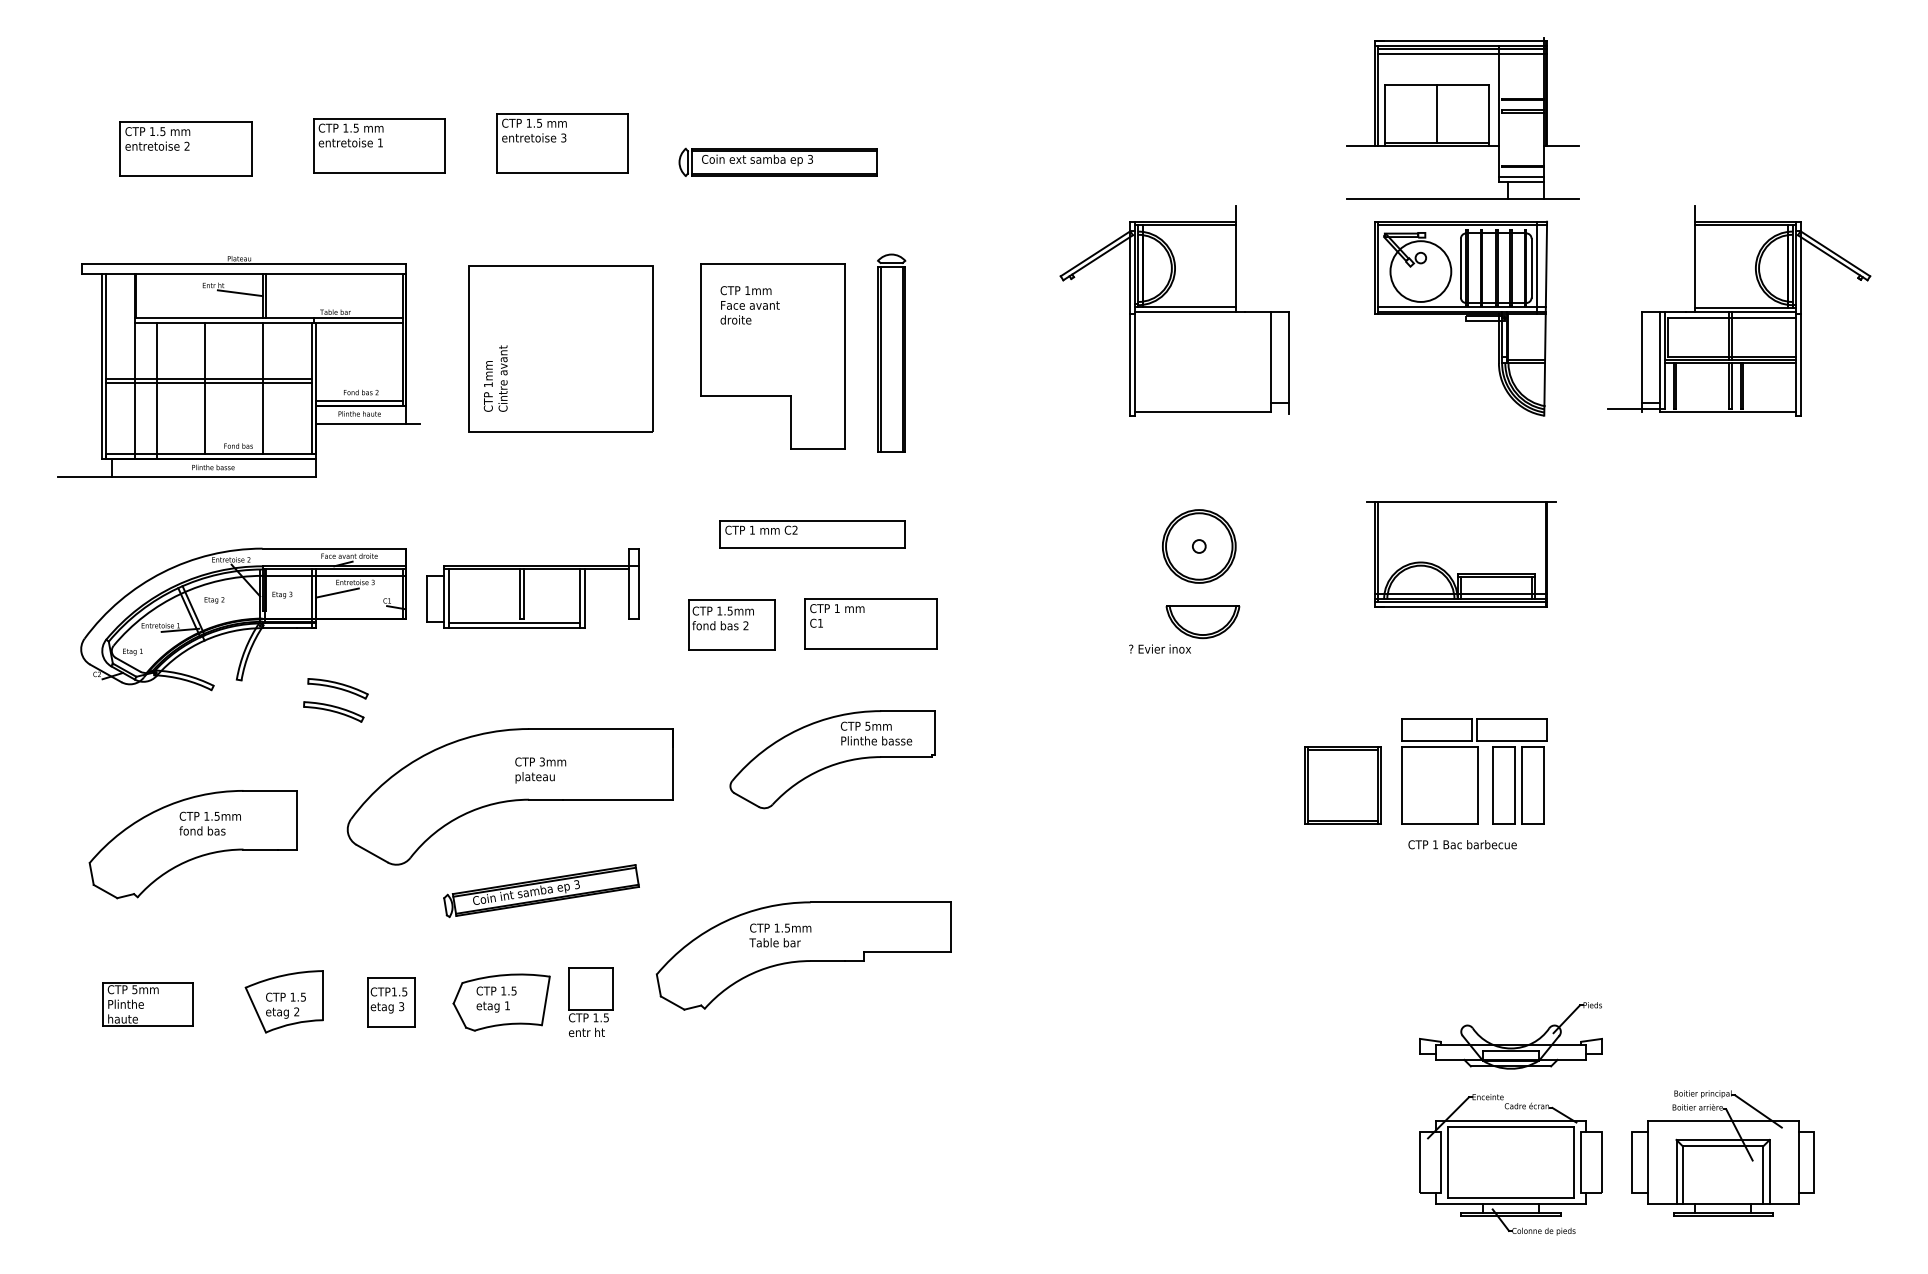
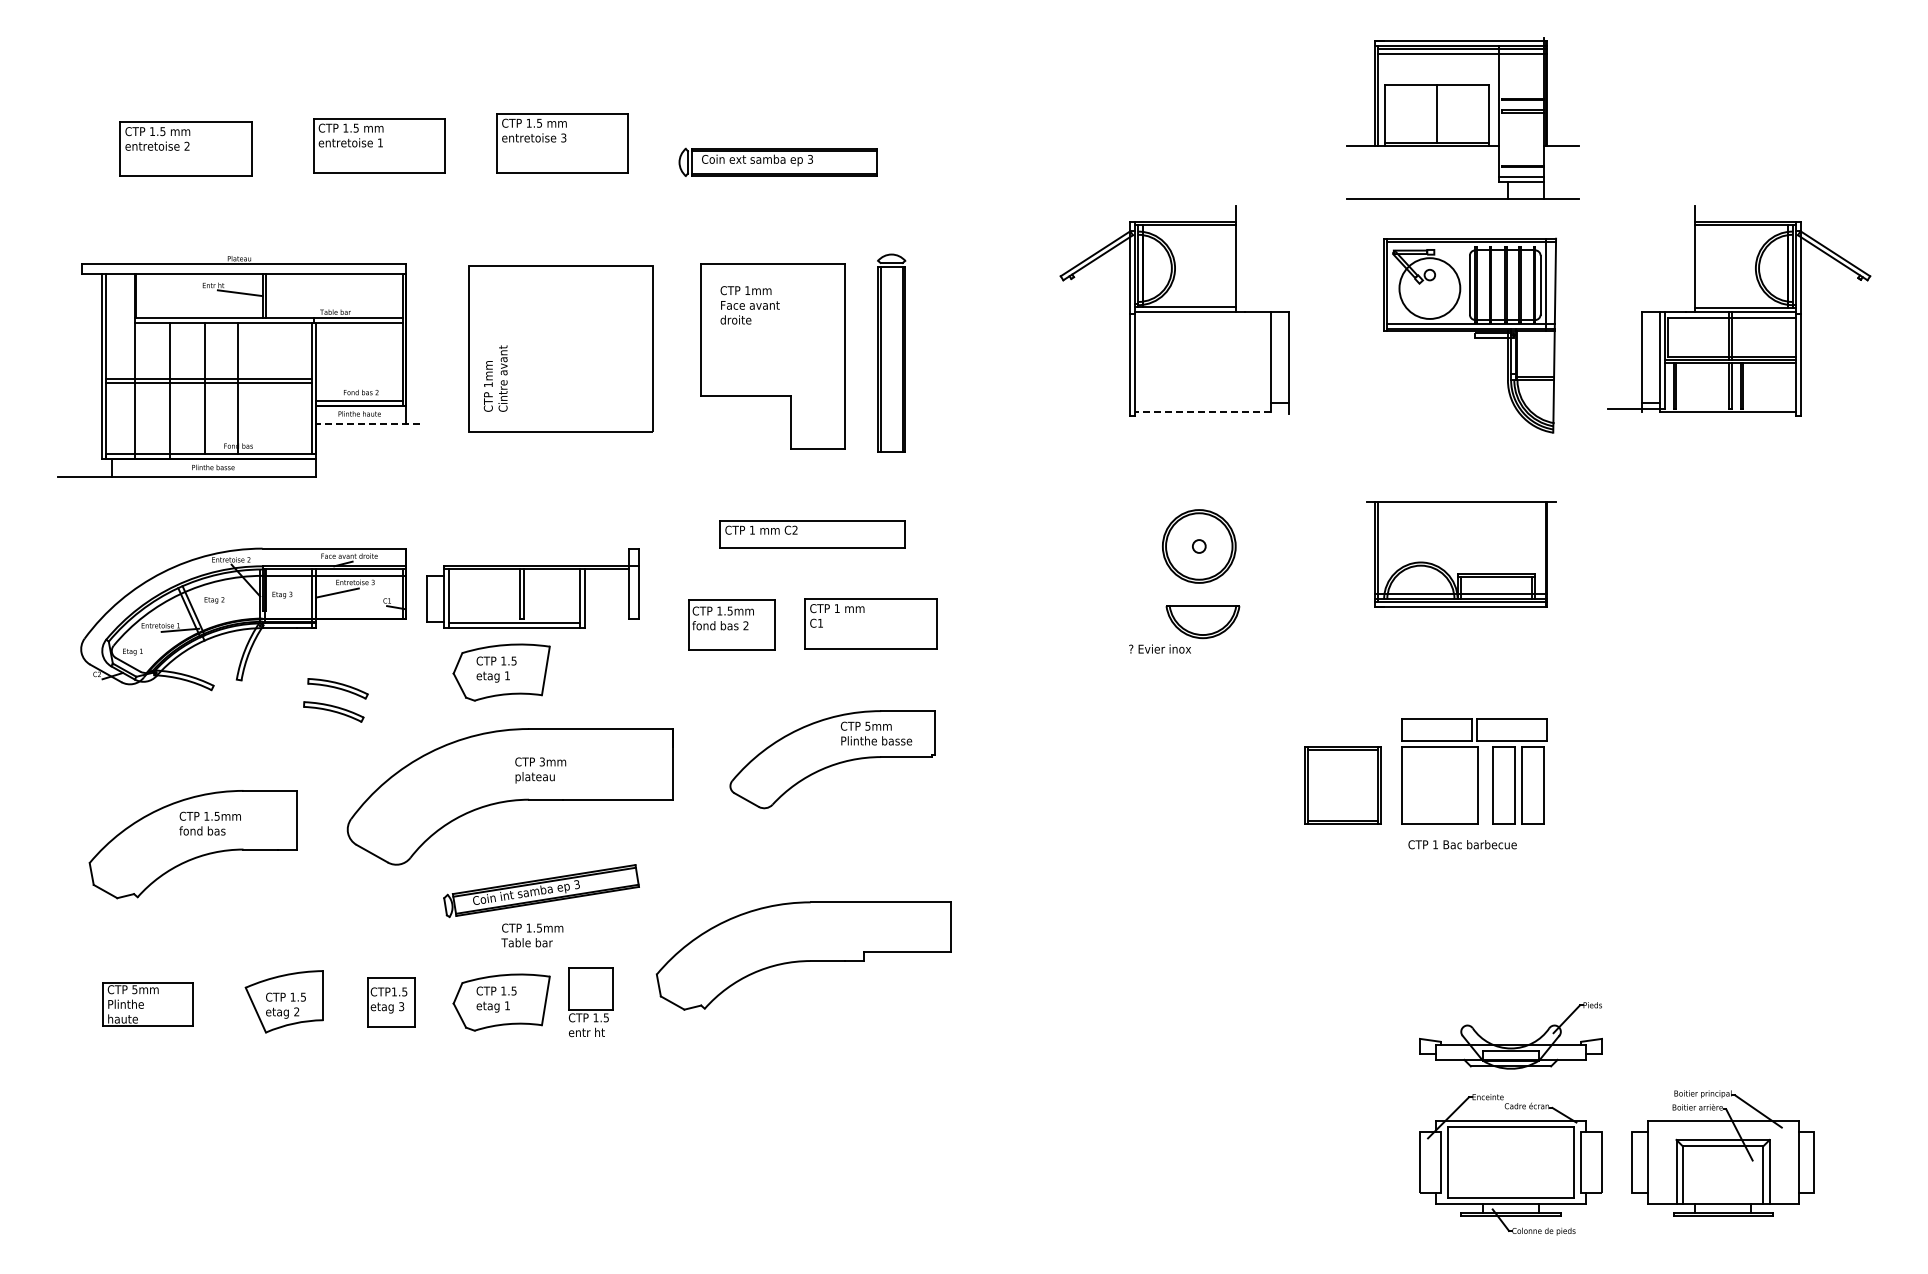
part at (1460, 318) position: (1460, 318) -> (1469, 335)
line at (262, 388) position: (262, 388) -> (237, 388)
line at (156, 390) position: (156, 390) -> (169, 390)
line at (1203, 412): solid -> dashed
line at (367, 423): solid -> dashed
part at (501, 672): none -> present
text at (780, 935) position: (780, 935) -> (532, 935)
